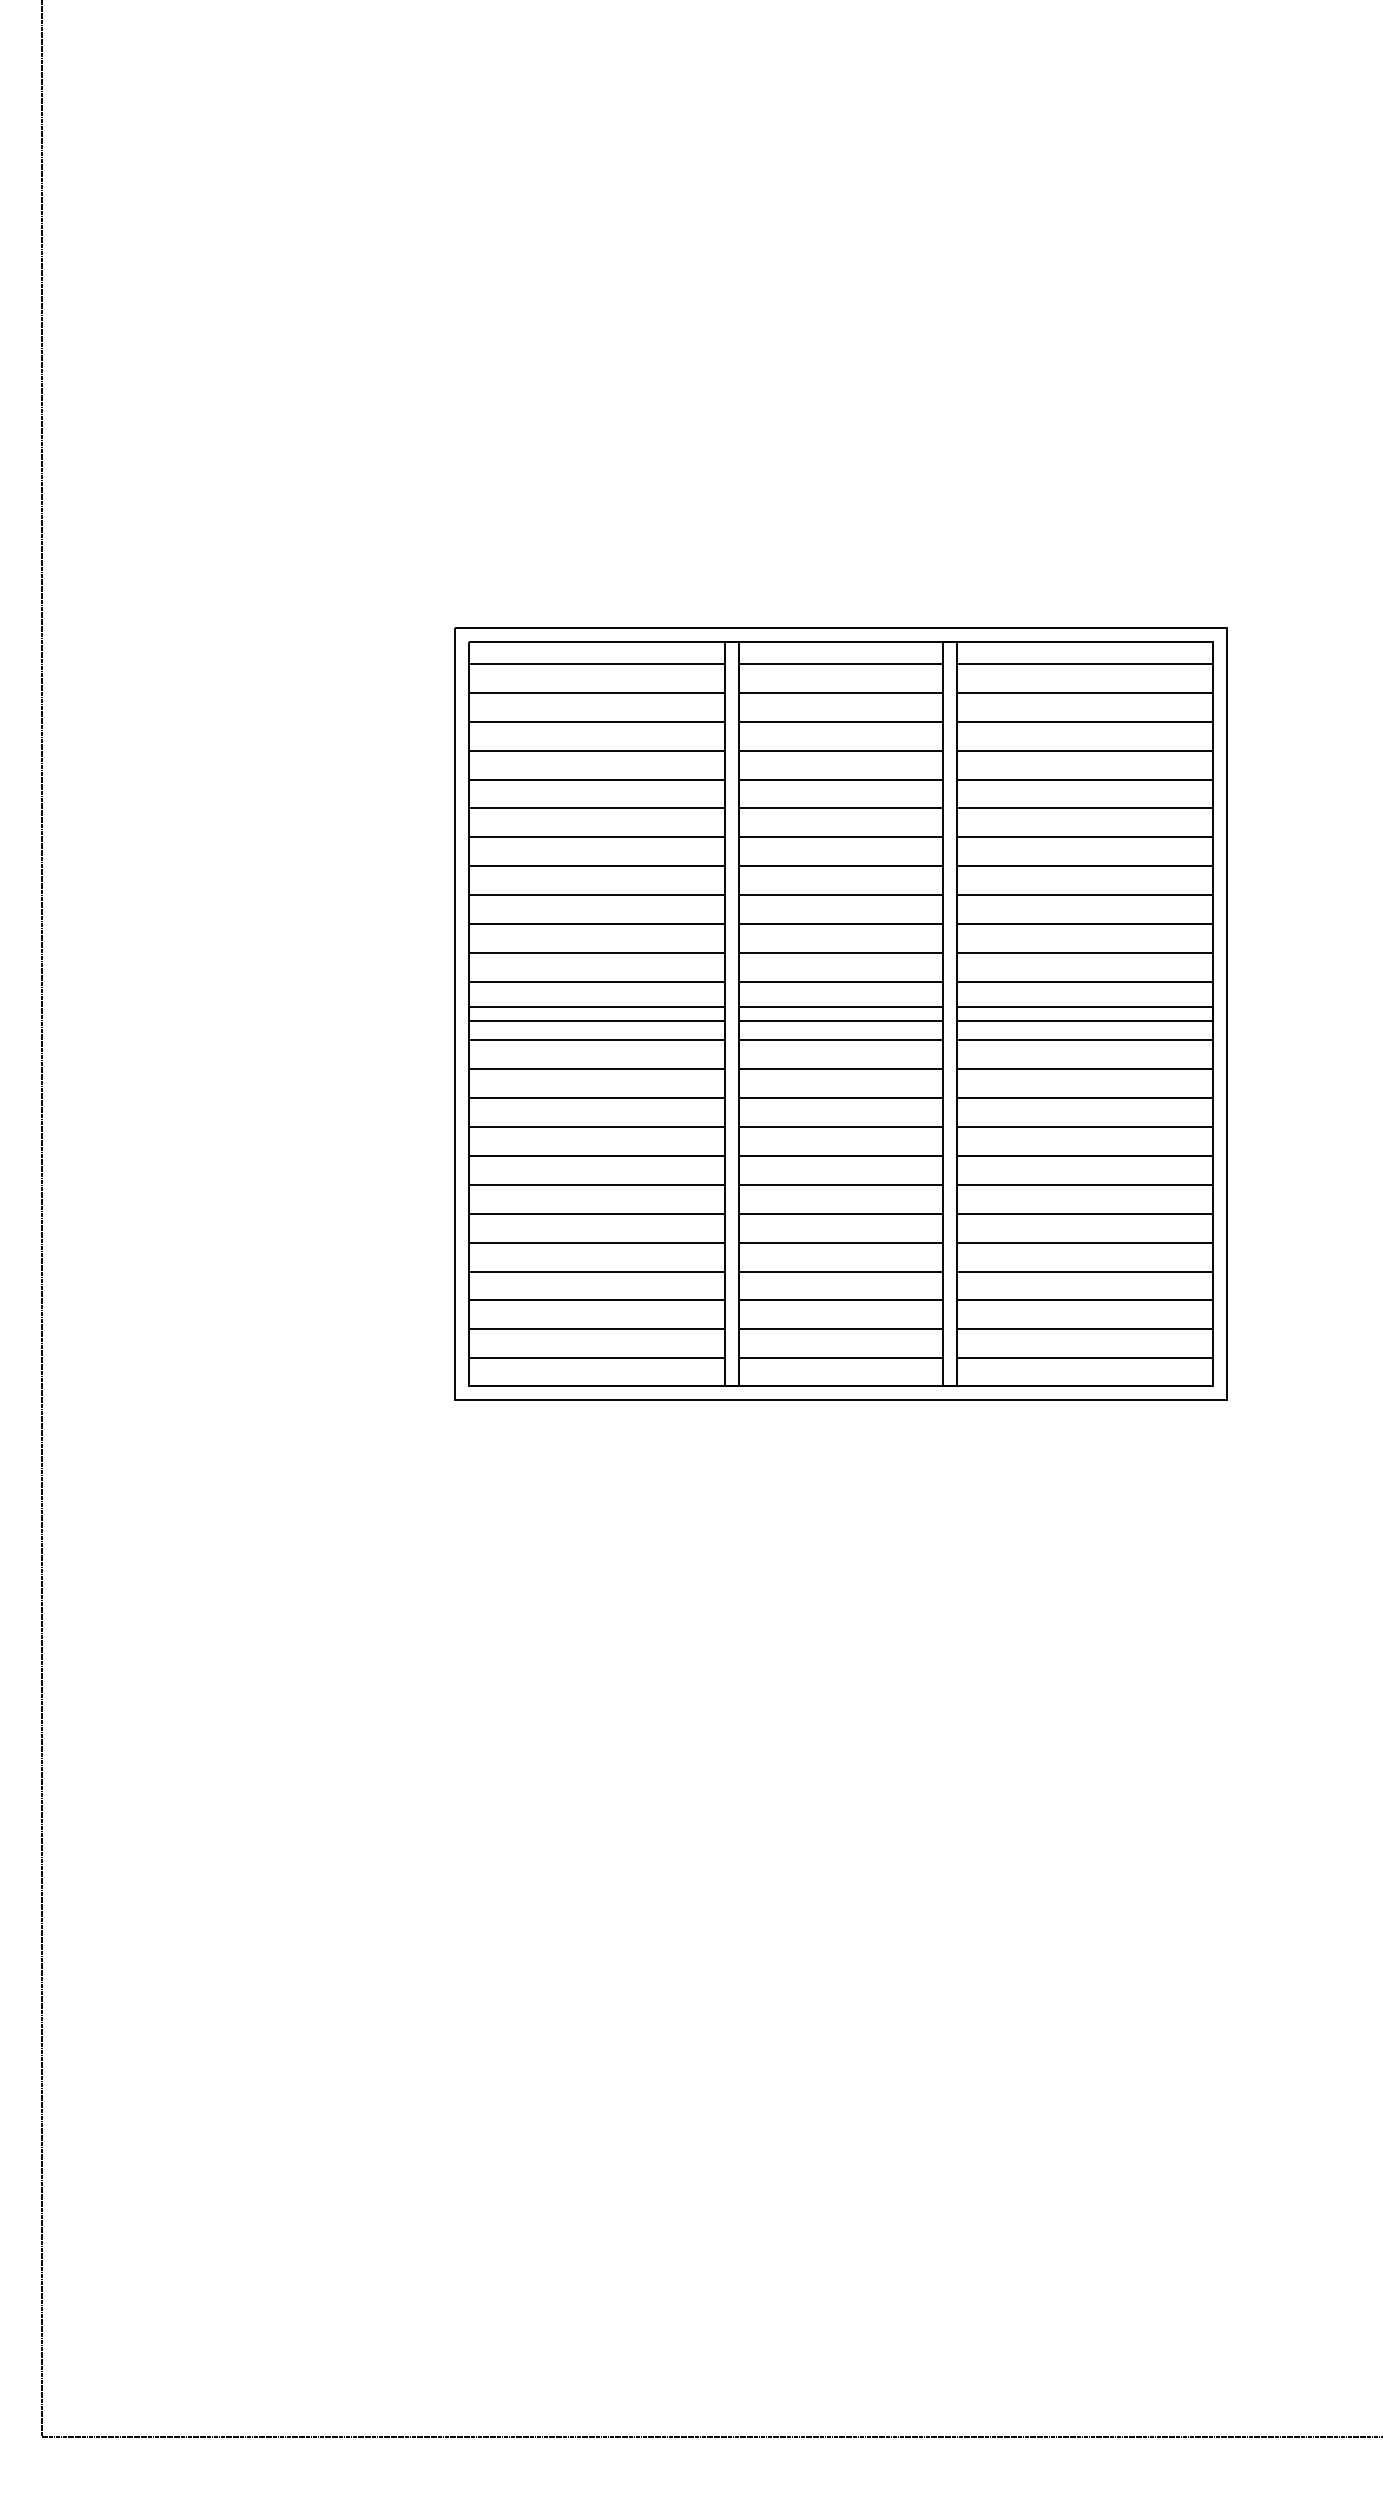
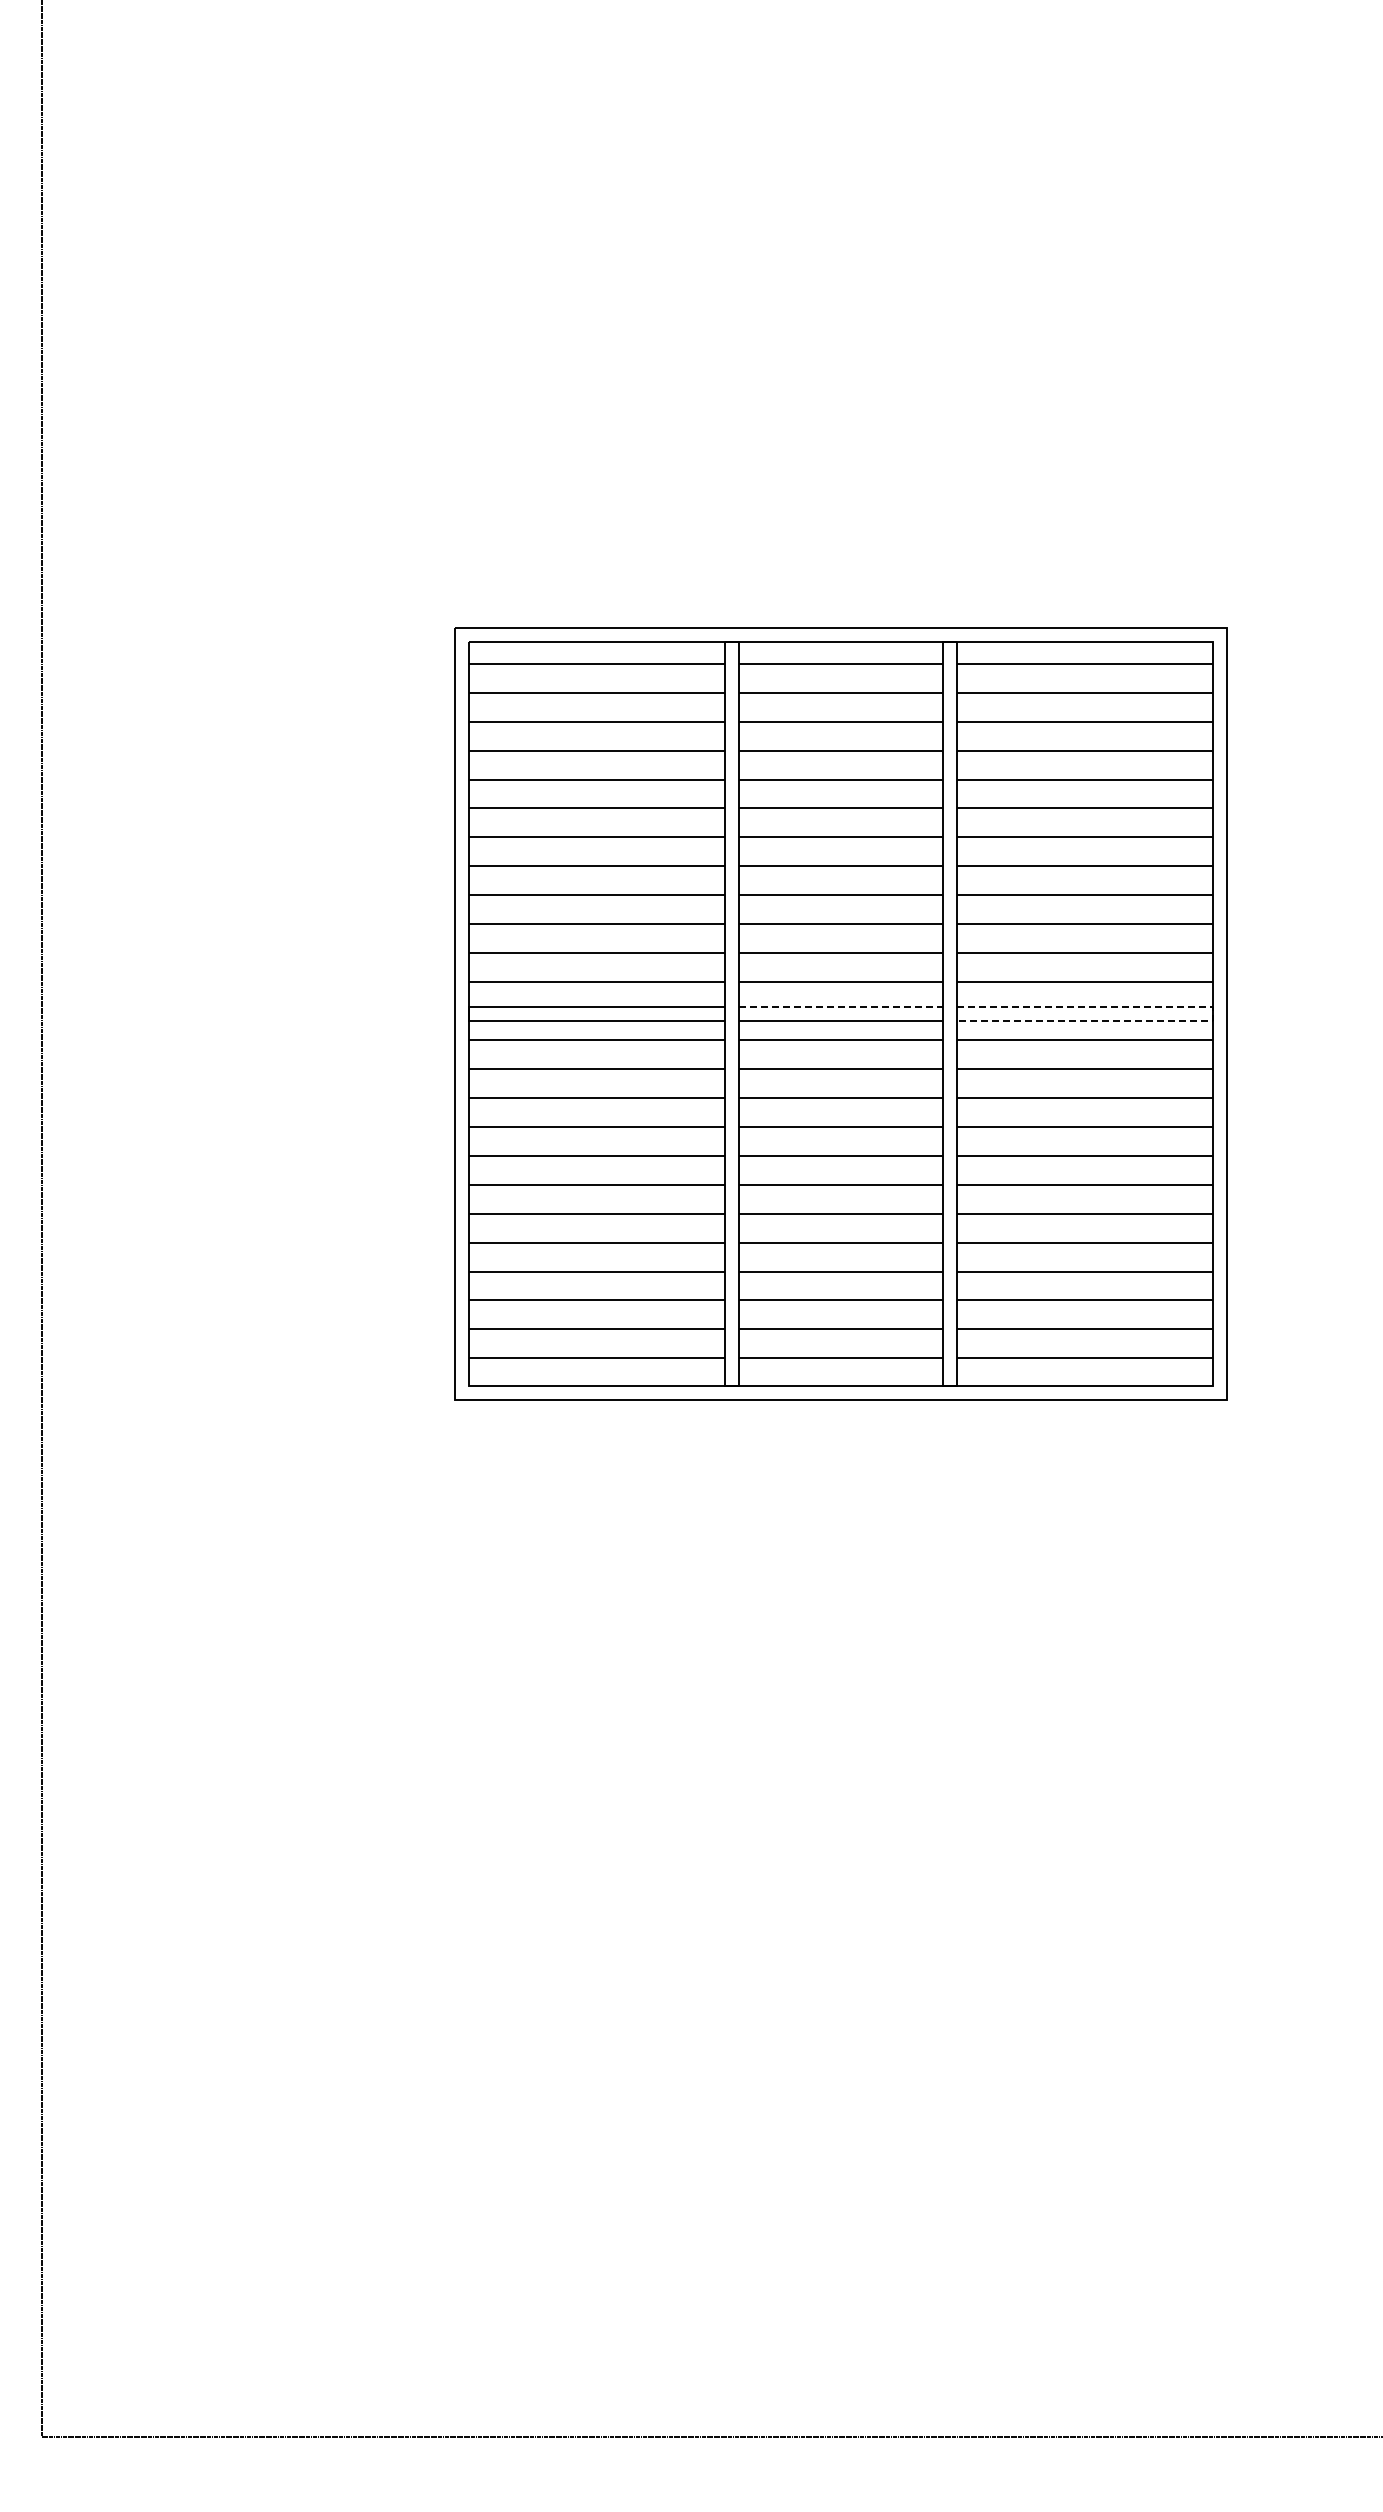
line at (840, 1007): solid -> dashed
line at (1212, 1014): solid -> dashed
